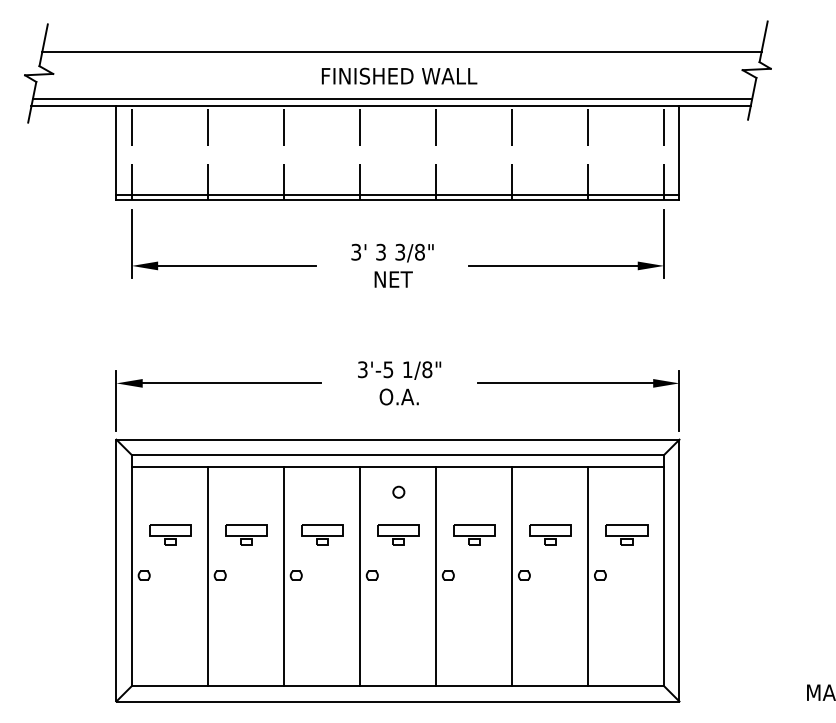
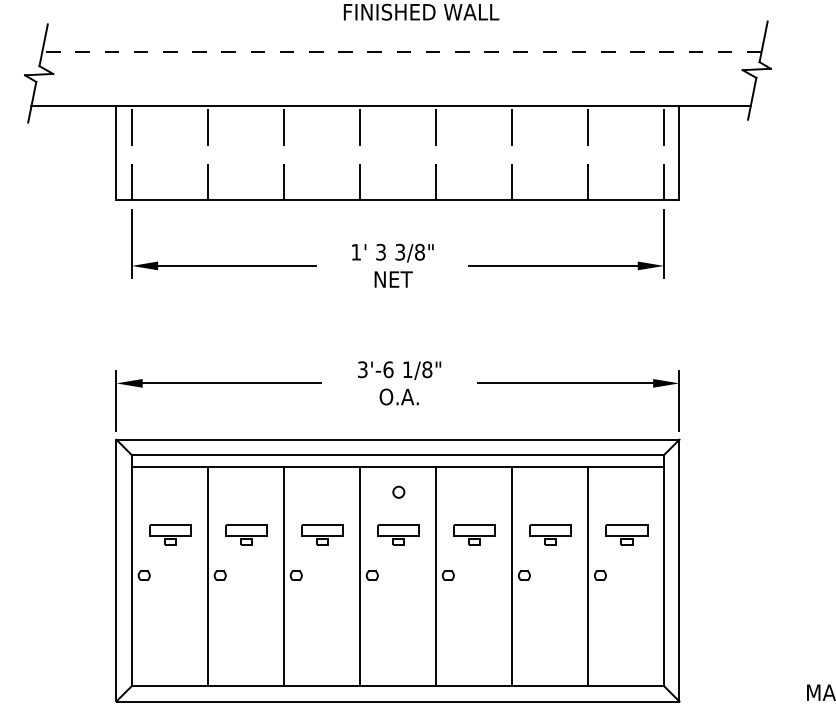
line at (402, 51): solid -> dashed
text at (399, 75) position: (399, 75) -> (421, 11)
line at (392, 99): present -> none
line at (397, 195): present -> none
text at (355, 251): 3' -> 1'
text at (388, 369): 3'-5 -> 3'-6
